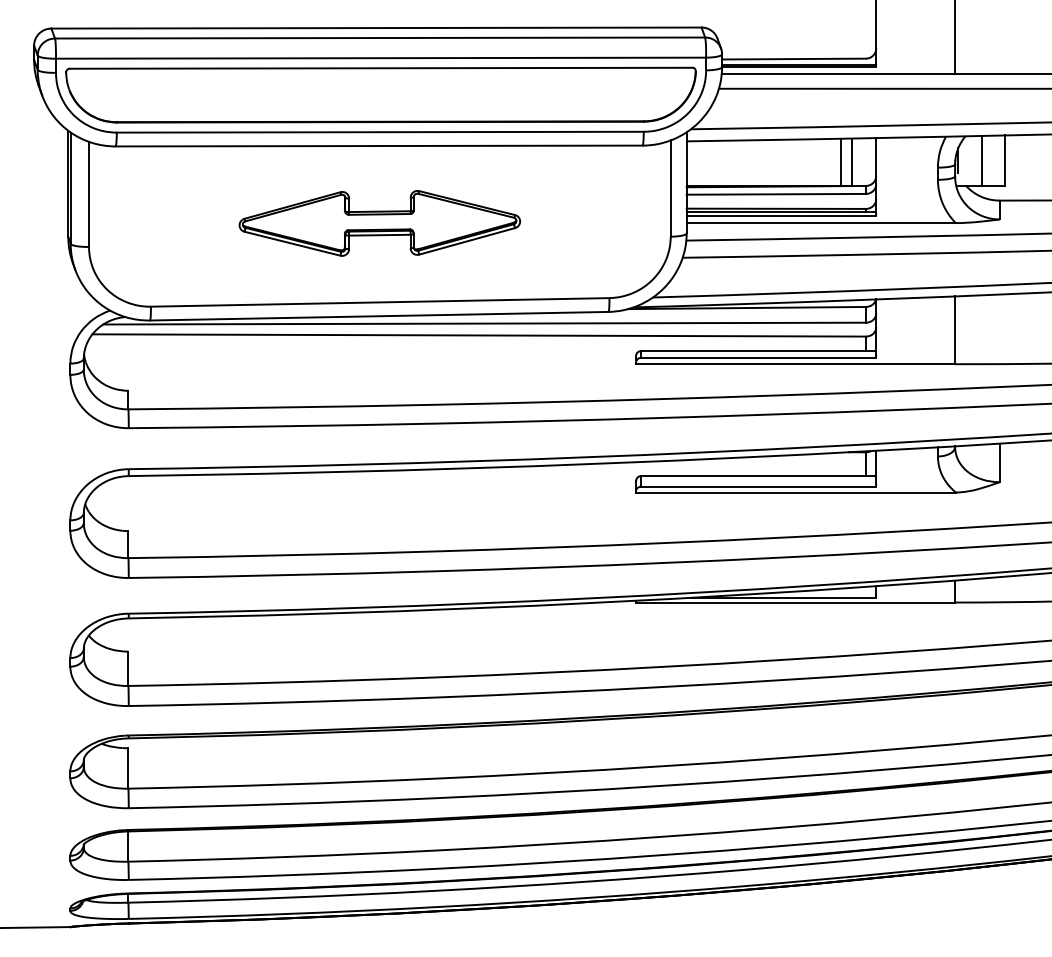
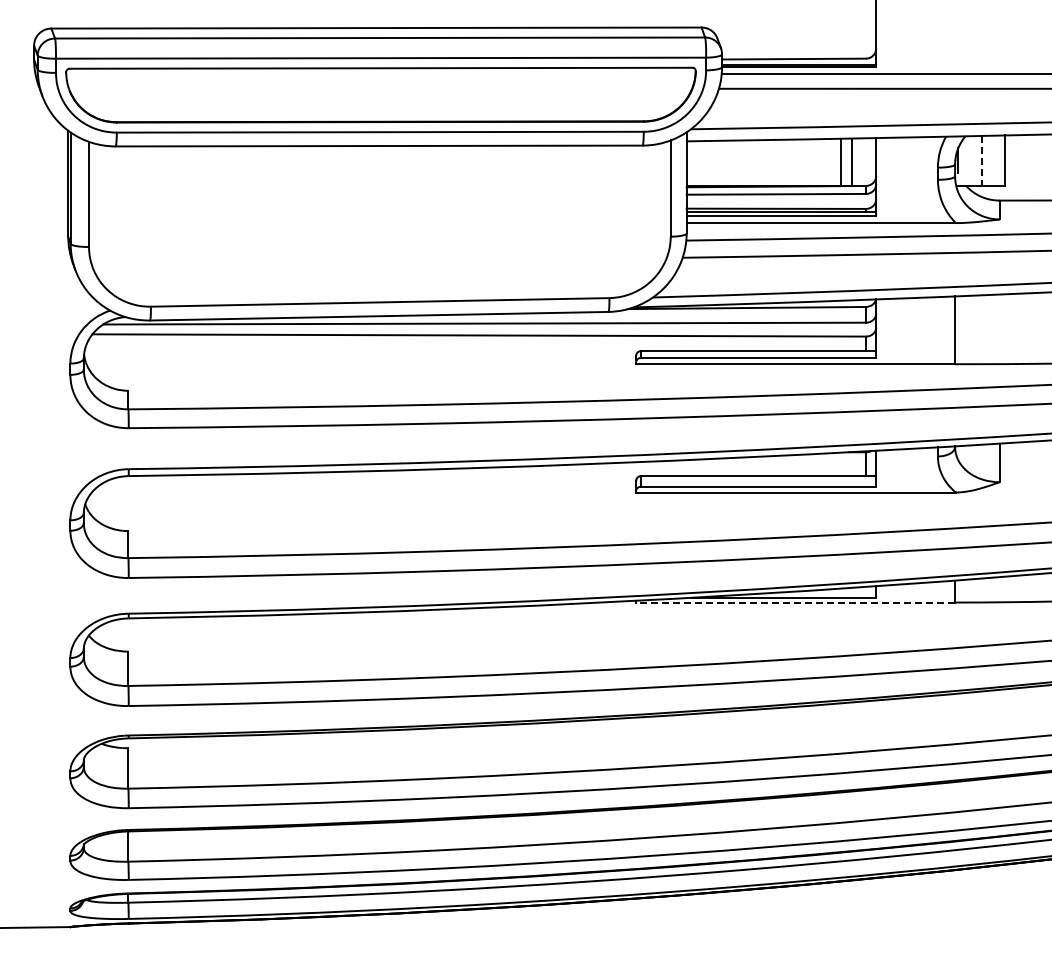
line at (955, 38): present -> none
line at (981, 160): solid -> dashed
part at (379, 223): present -> none
line at (795, 602): solid -> dashed
